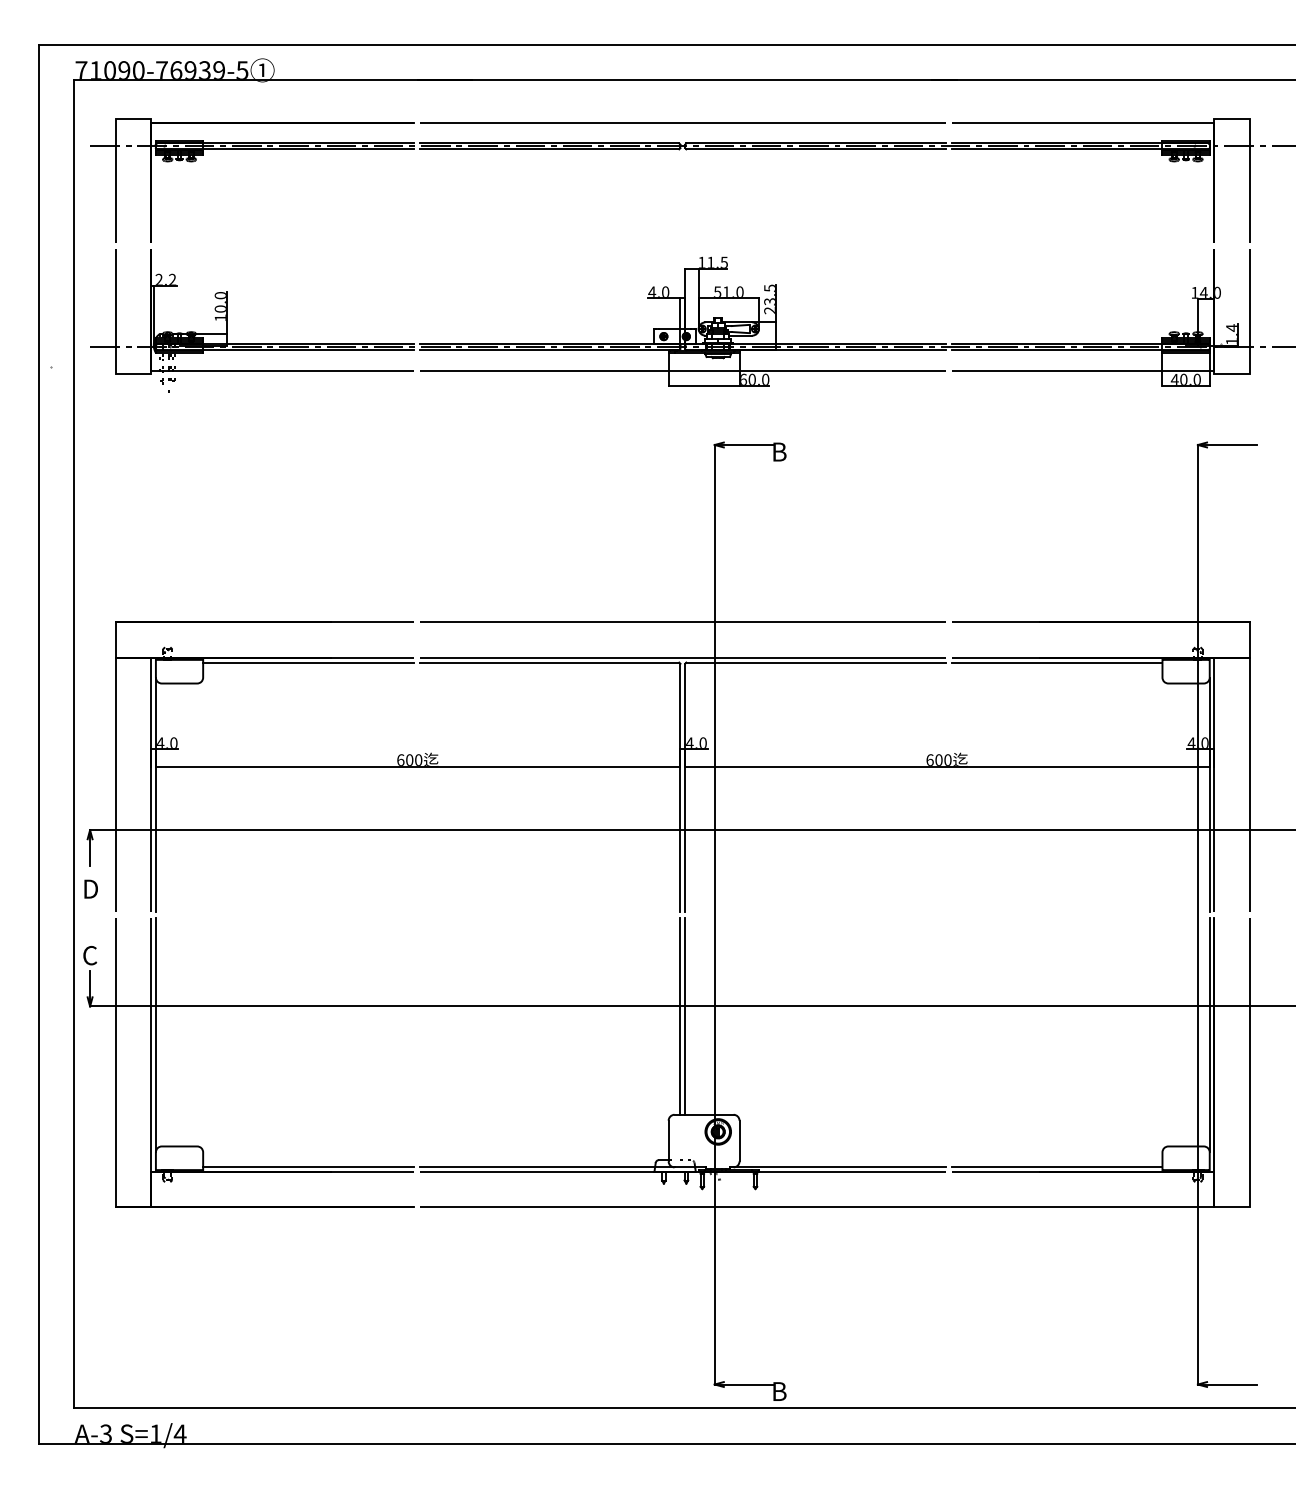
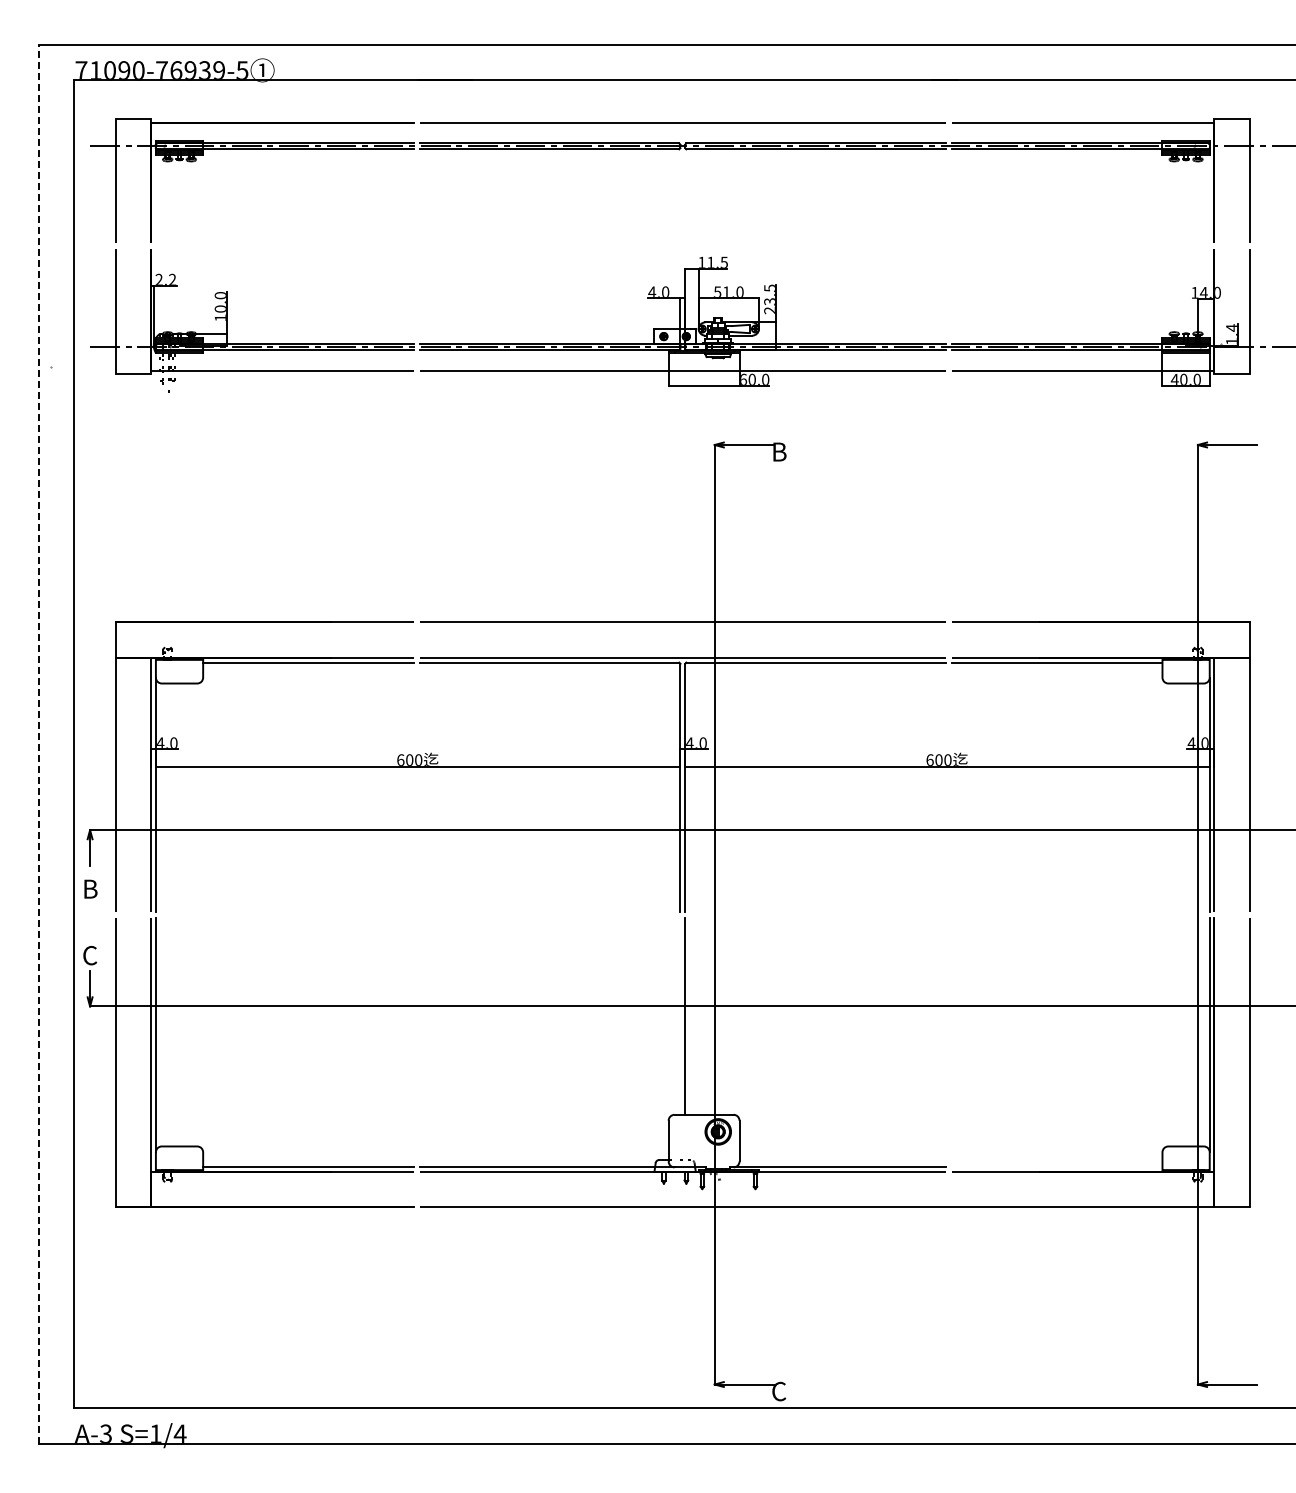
line at (38, 743): solid -> dashed
text at (91, 888): D -> B
line at (680, 1015): present -> none
line at (1056, 1167): present -> none
text at (779, 1391): B -> C
